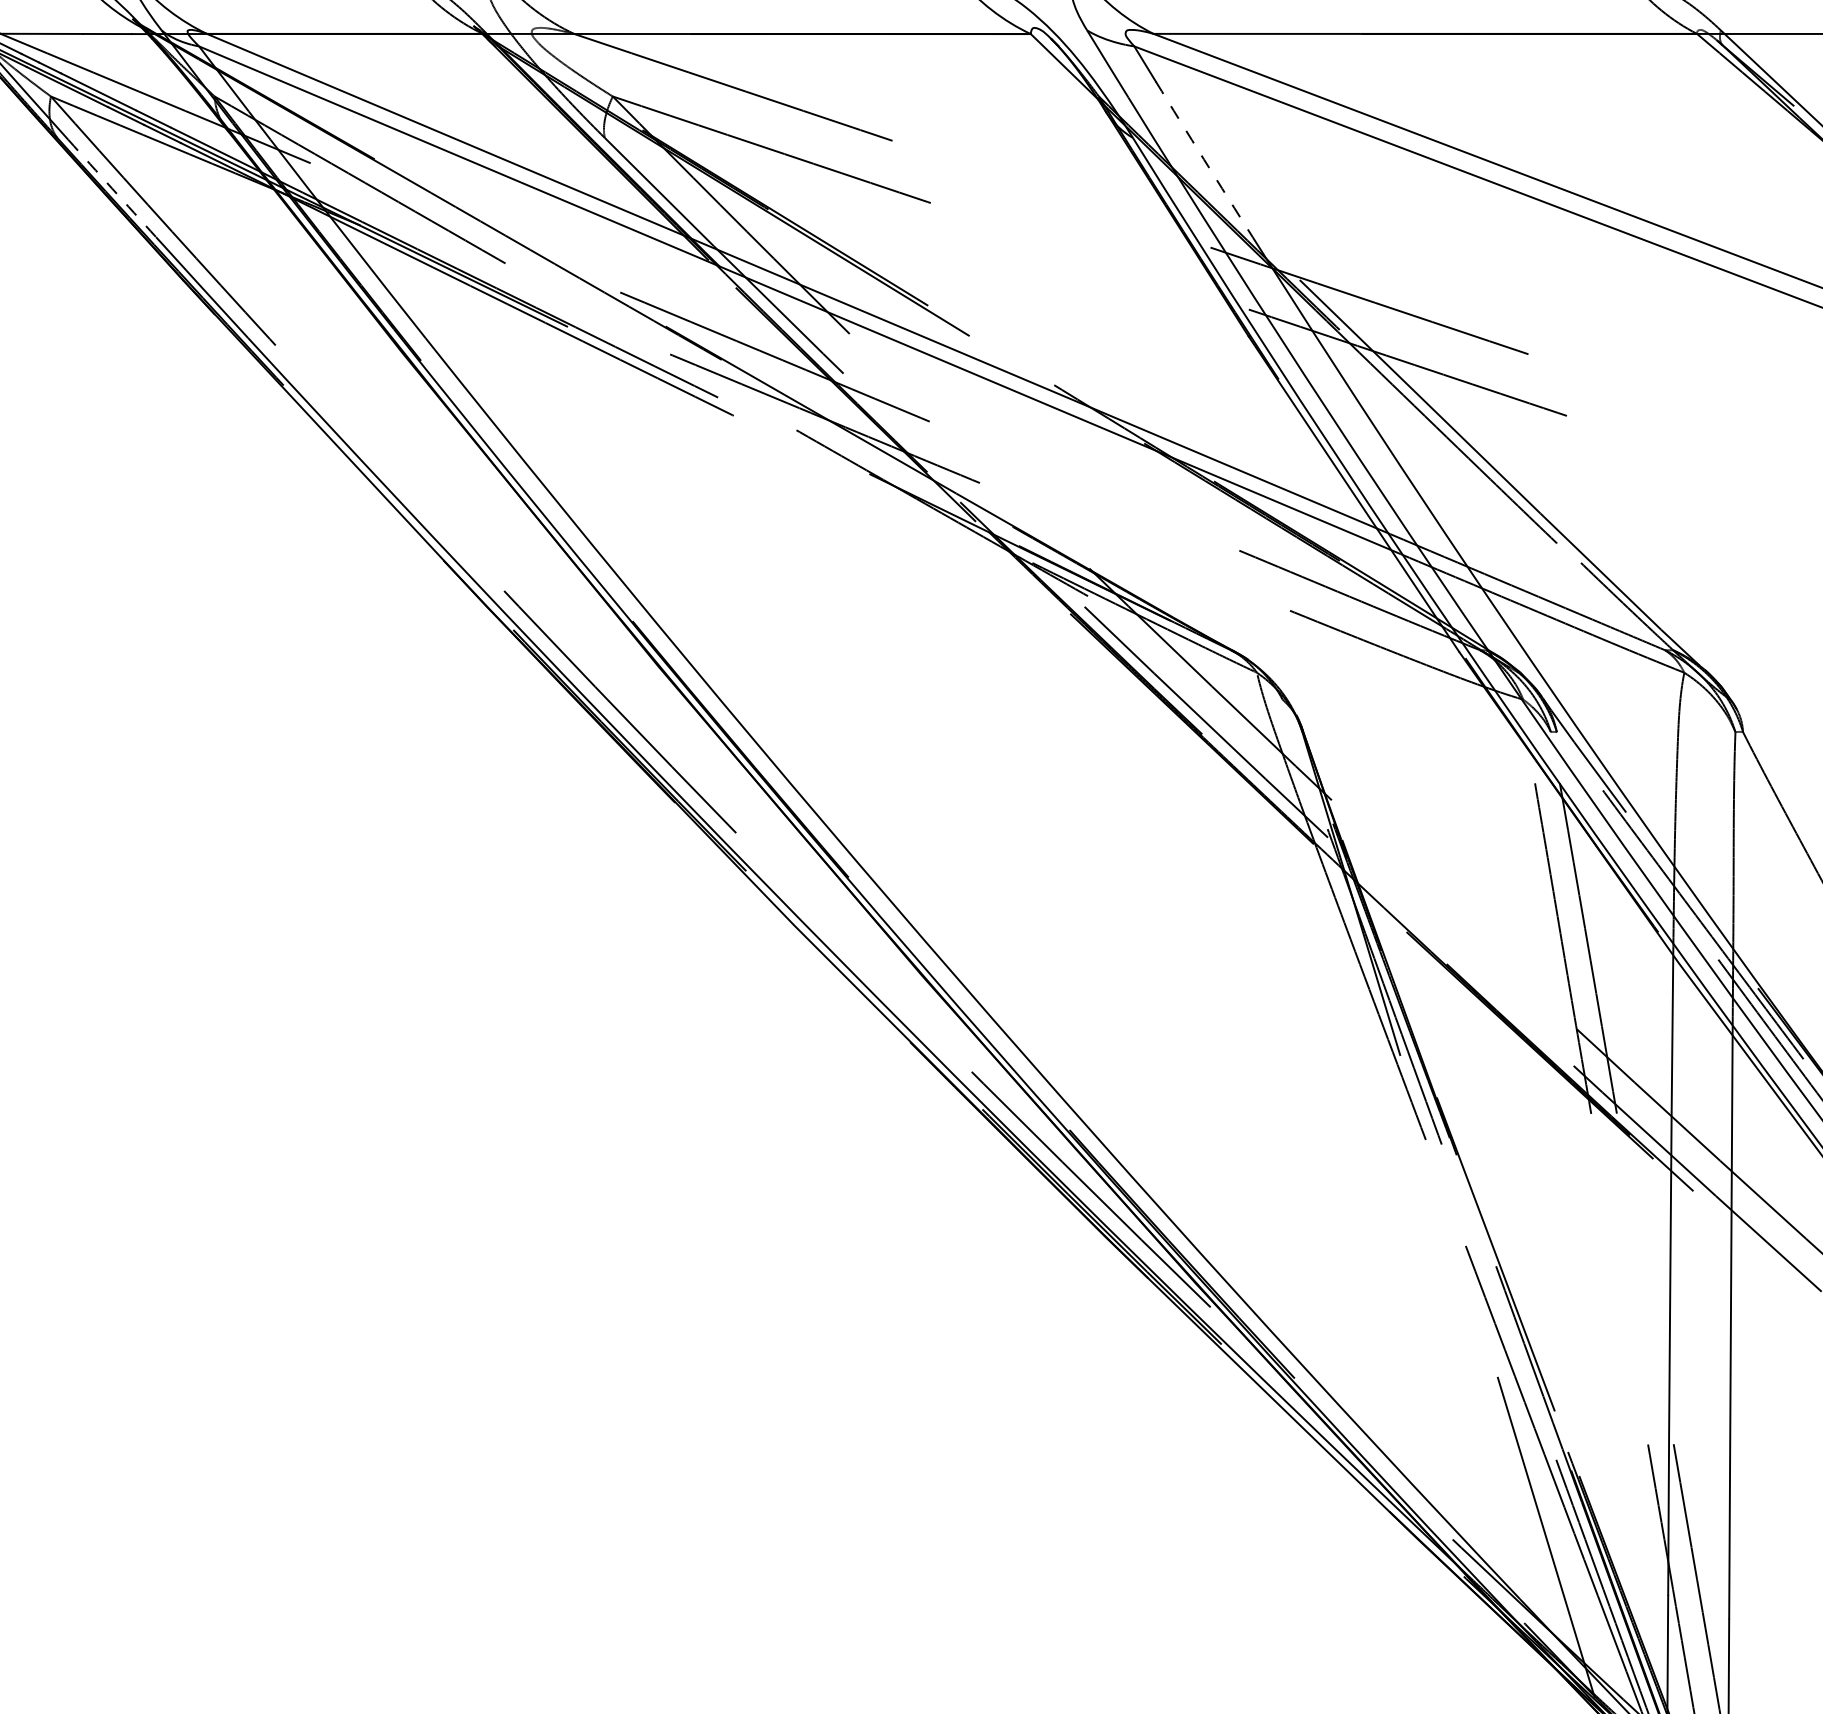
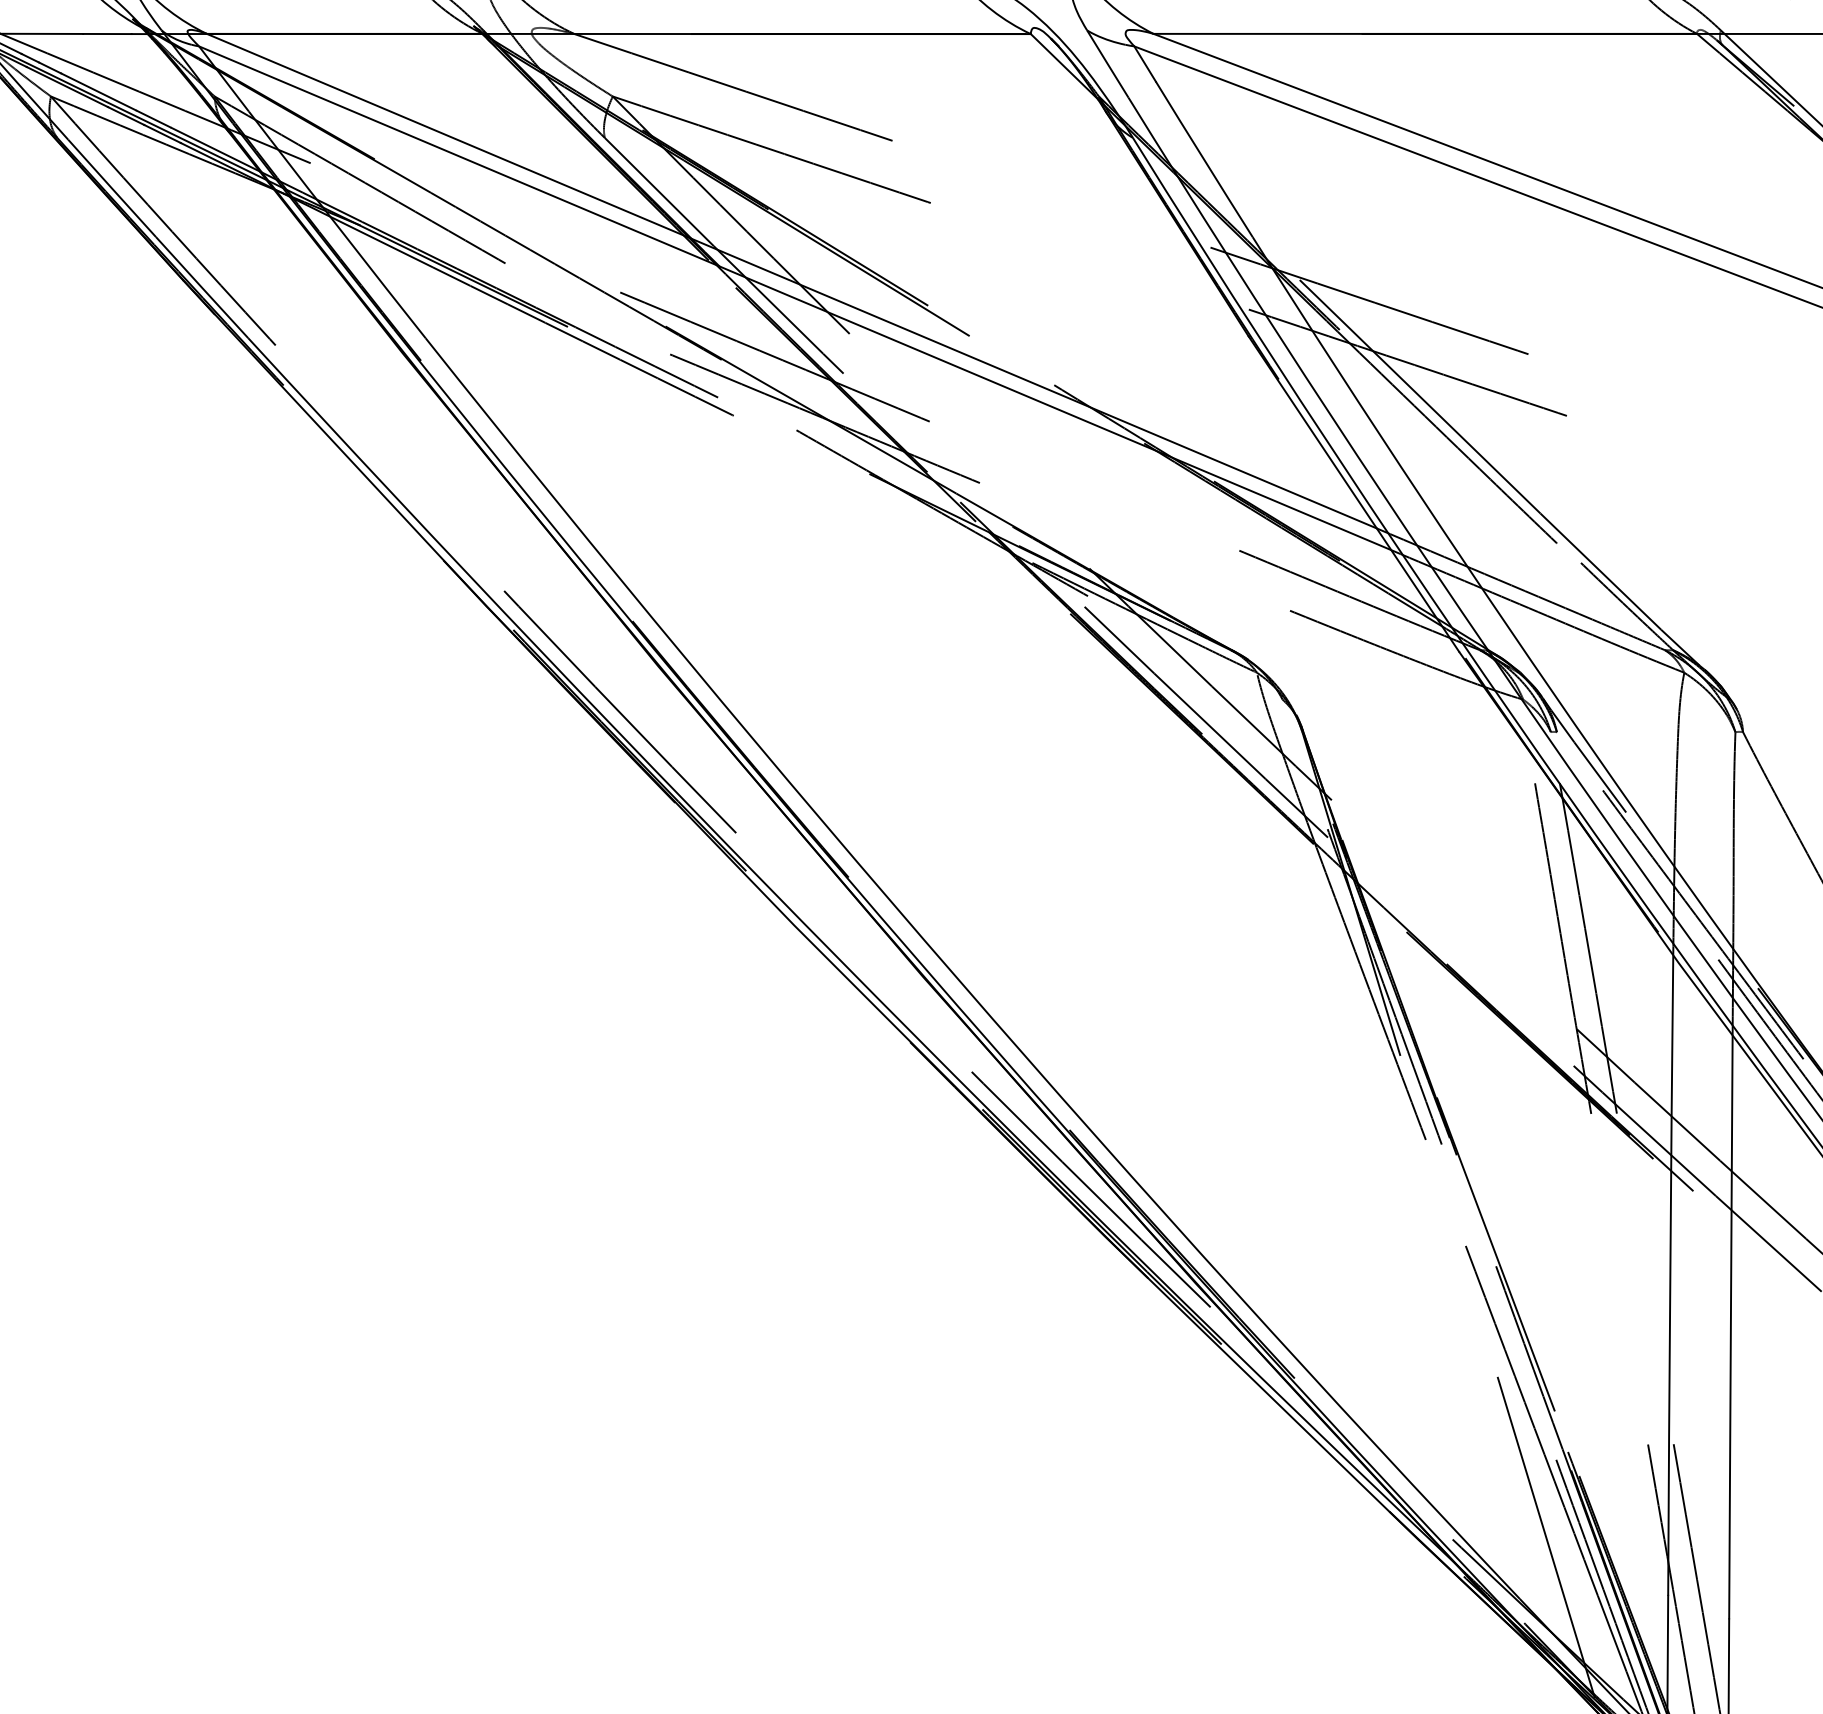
arc at (1204, 159): dashed -> solid
arc at (112, 188): dashed -> solid
